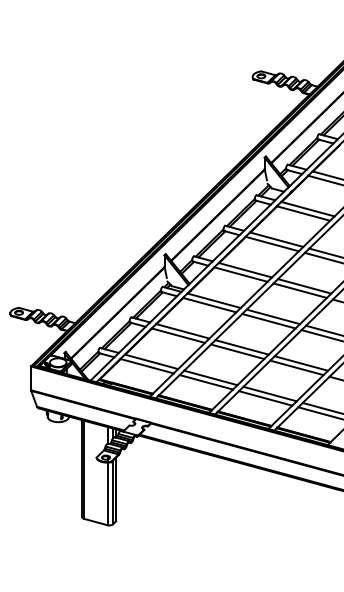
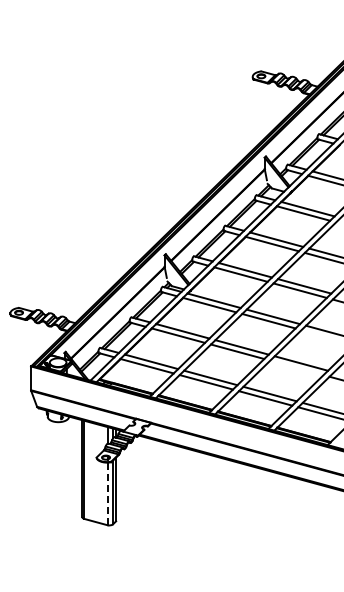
line at (320, 335): present -> none
line at (296, 367): present -> none
line at (107, 493): solid -> dashed
